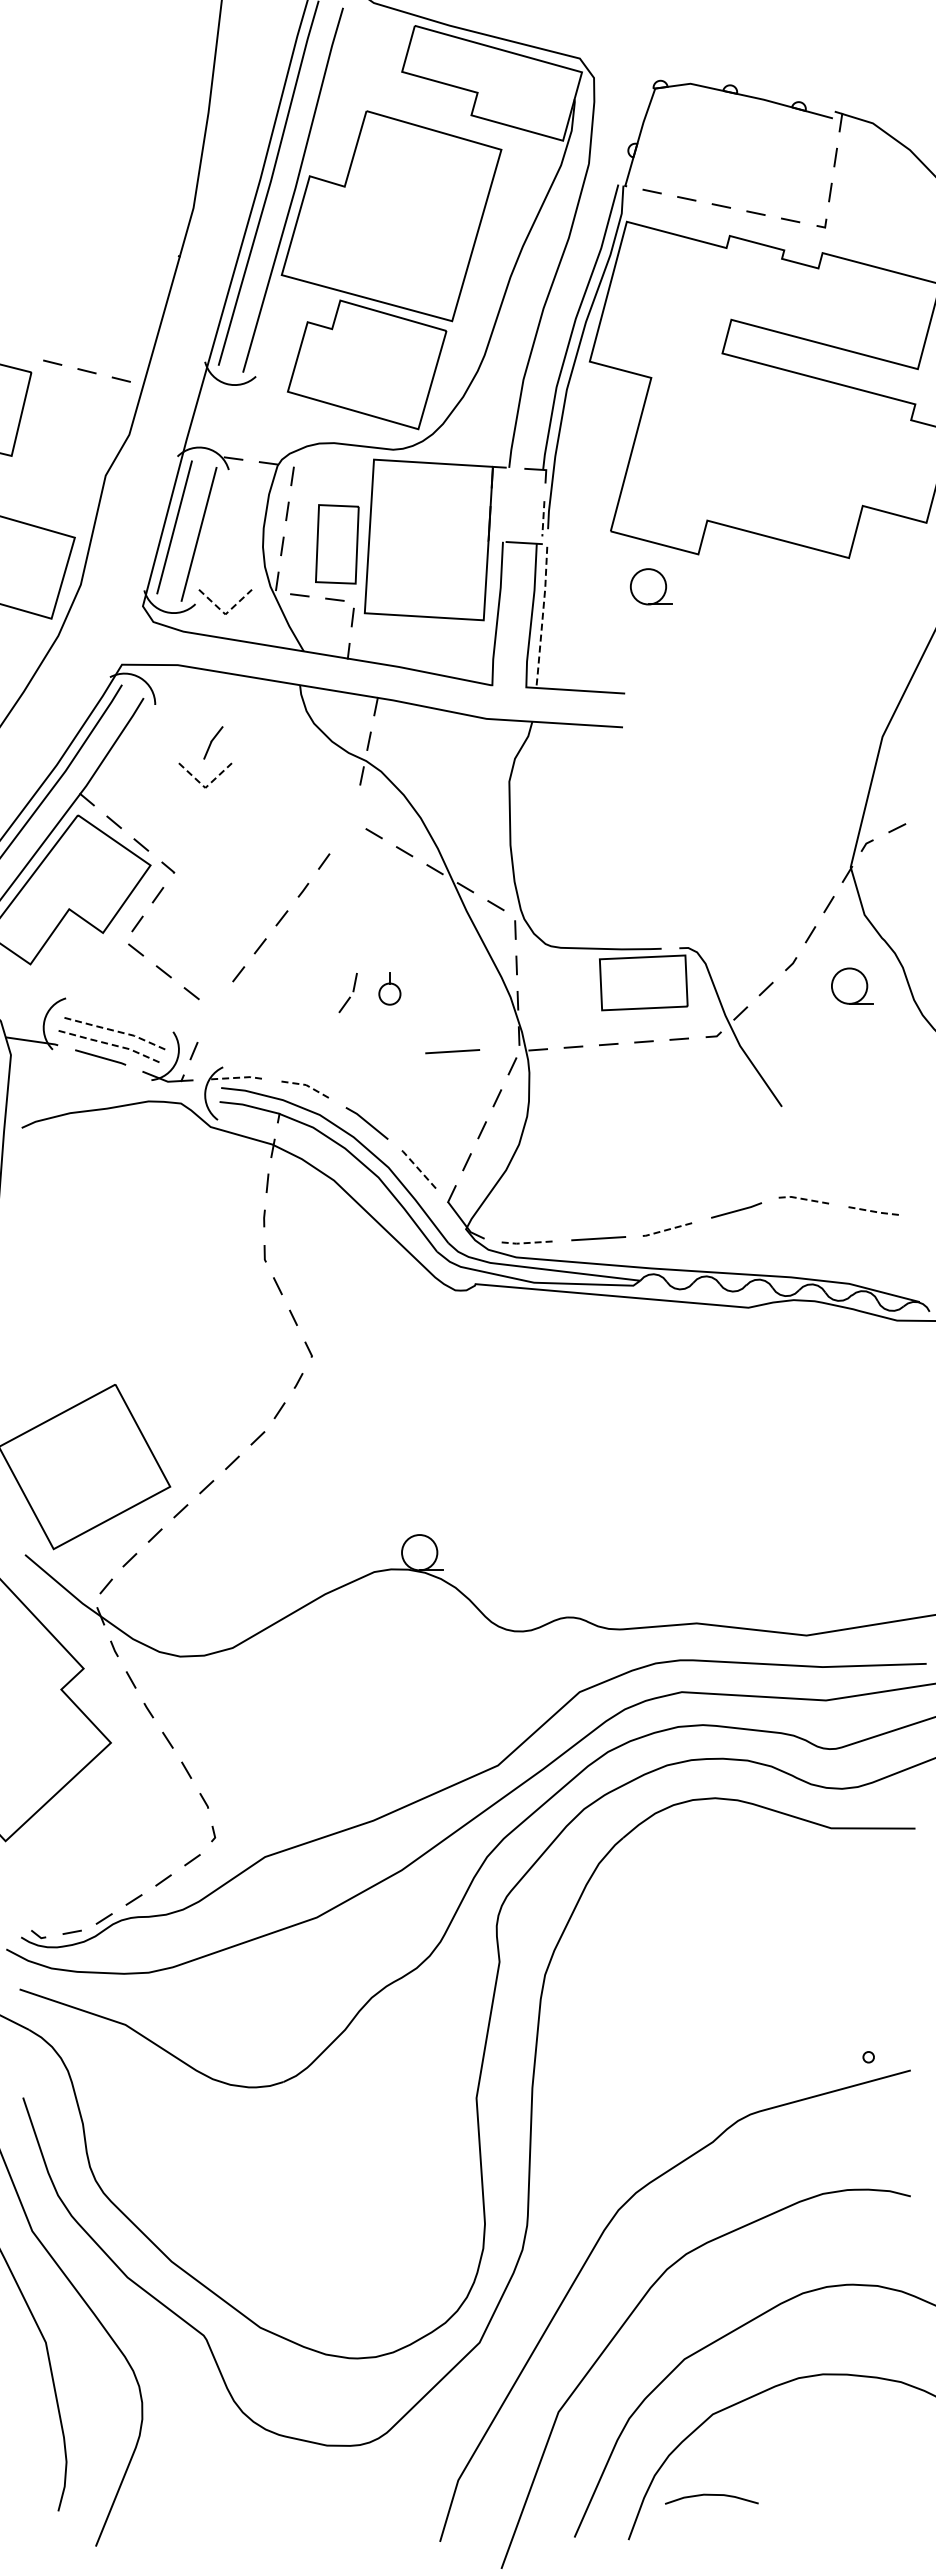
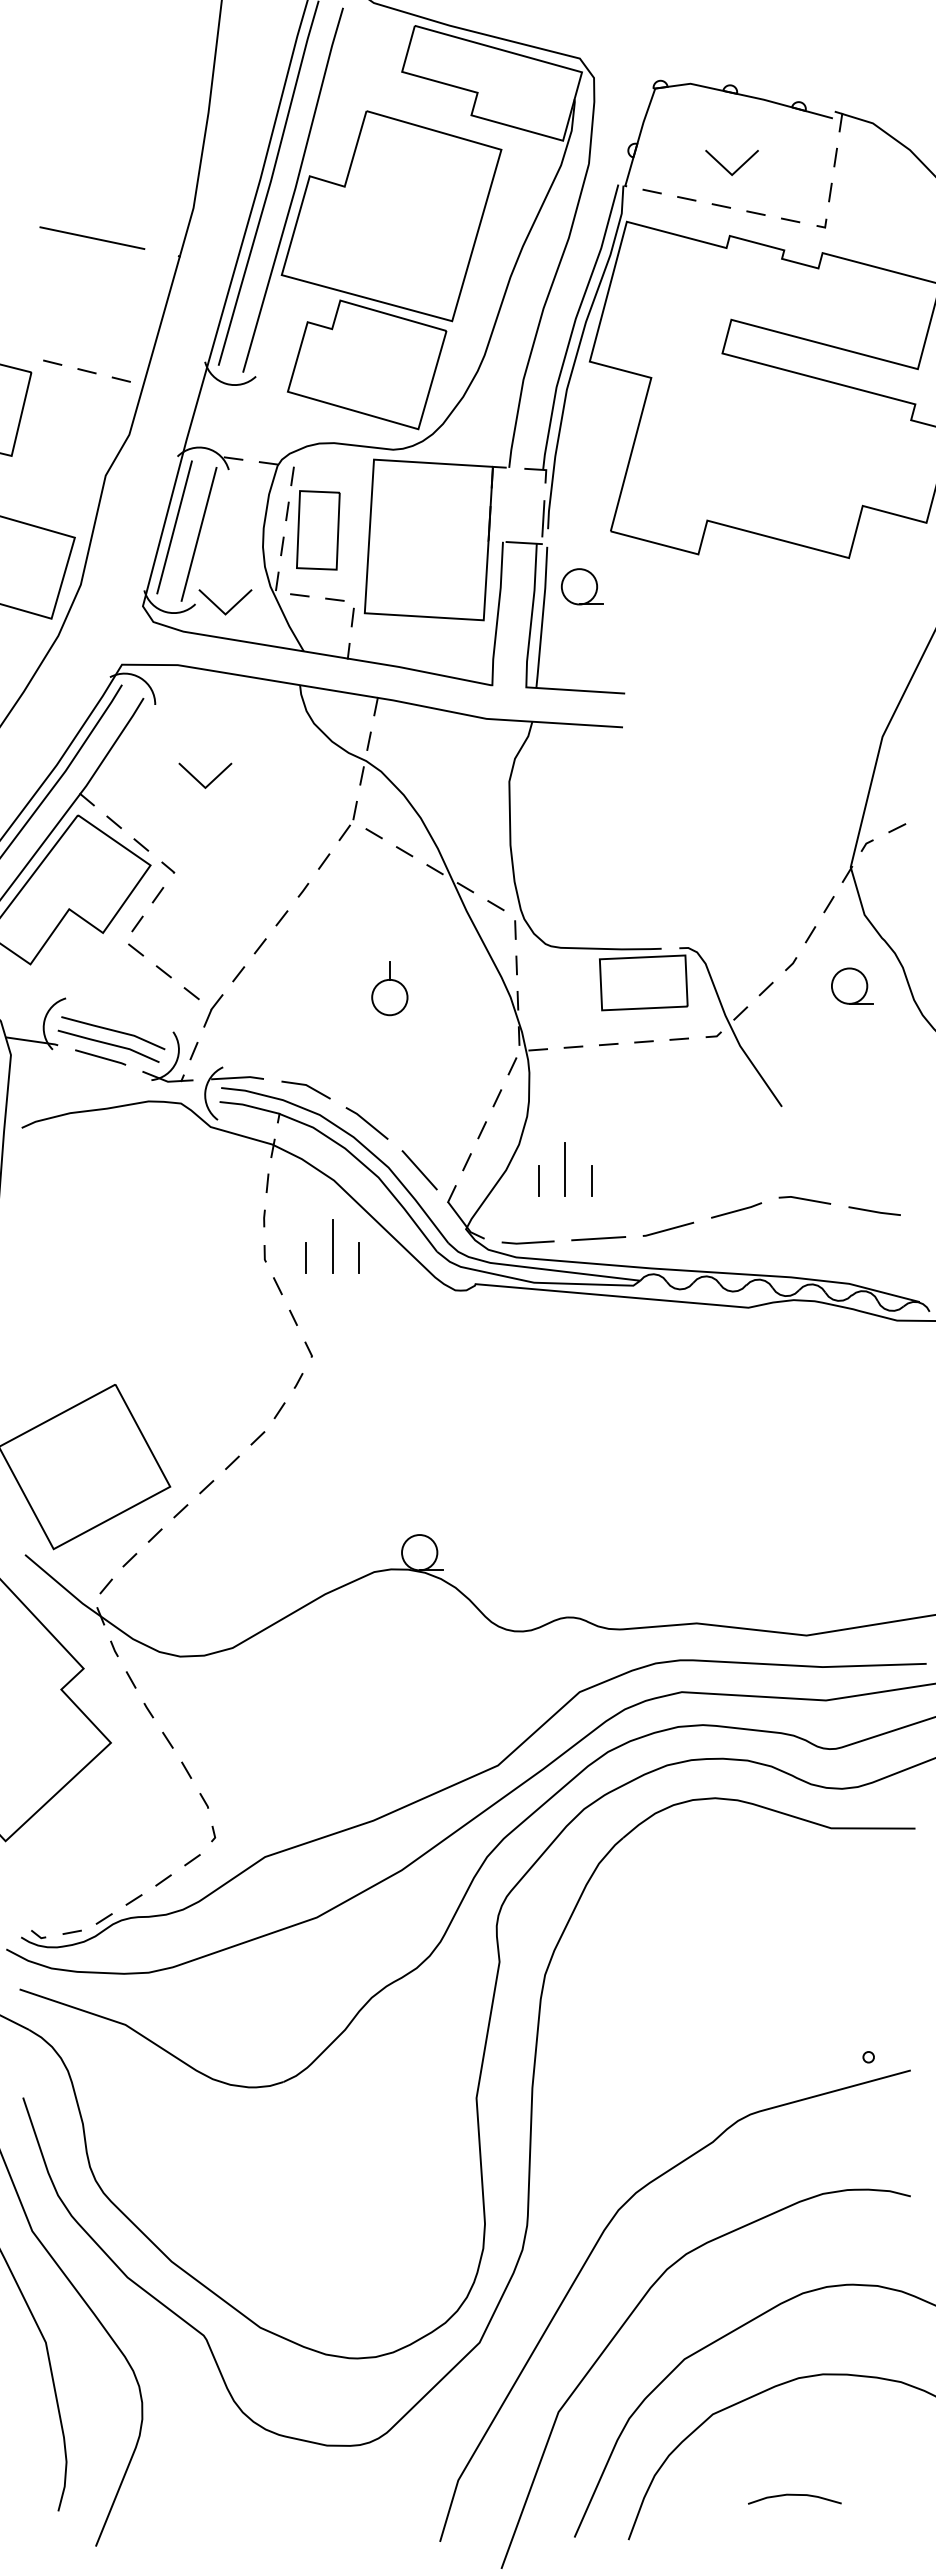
line at (725, 167): none -> present
line at (92, 237): none -> present
line at (543, 518): dashed -> solid
part at (337, 544) position: (337, 544) -> (318, 530)
part at (650, 586) position: (650, 586) -> (581, 586)
line at (225, 614): dashed -> solid
line at (542, 617): dashed -> solid
part at (213, 742) position: (213, 742) -> (213, 1010)
line at (205, 787): dashed -> solid
part at (389, 988) size: 24x34 px -> 38x56 px
part at (347, 993) position: (347, 993) -> (347, 821)
line at (113, 1030): dashed -> solid
line at (108, 1043): dashed -> solid
line at (452, 1051): present -> none
line at (238, 1077): dashed -> solid
line at (307, 1085): dashed -> solid
line at (565, 1168): none -> present
line at (419, 1170): dashed -> solid
line at (538, 1180): none -> present
line at (591, 1180): none -> present
line at (804, 1199): dashed -> solid
line at (875, 1212): dashed -> solid
line at (667, 1229): dashed -> solid
line at (528, 1242): dashed -> solid
line at (332, 1245): none -> present
line at (306, 1257): none -> present
line at (359, 1257): none -> present
curve at (711, 2495) position: (711, 2495) -> (794, 2495)
